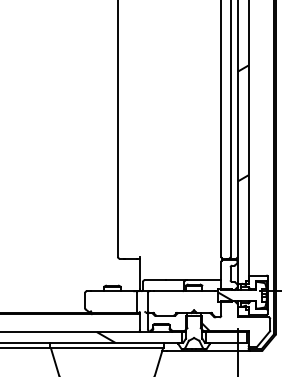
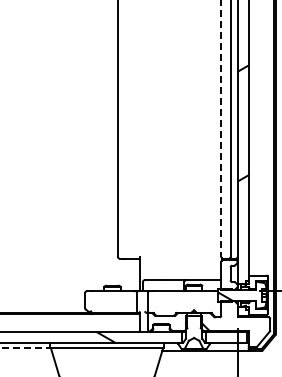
line at (221, 128): solid -> dashed
line at (25, 348): solid -> dashed
